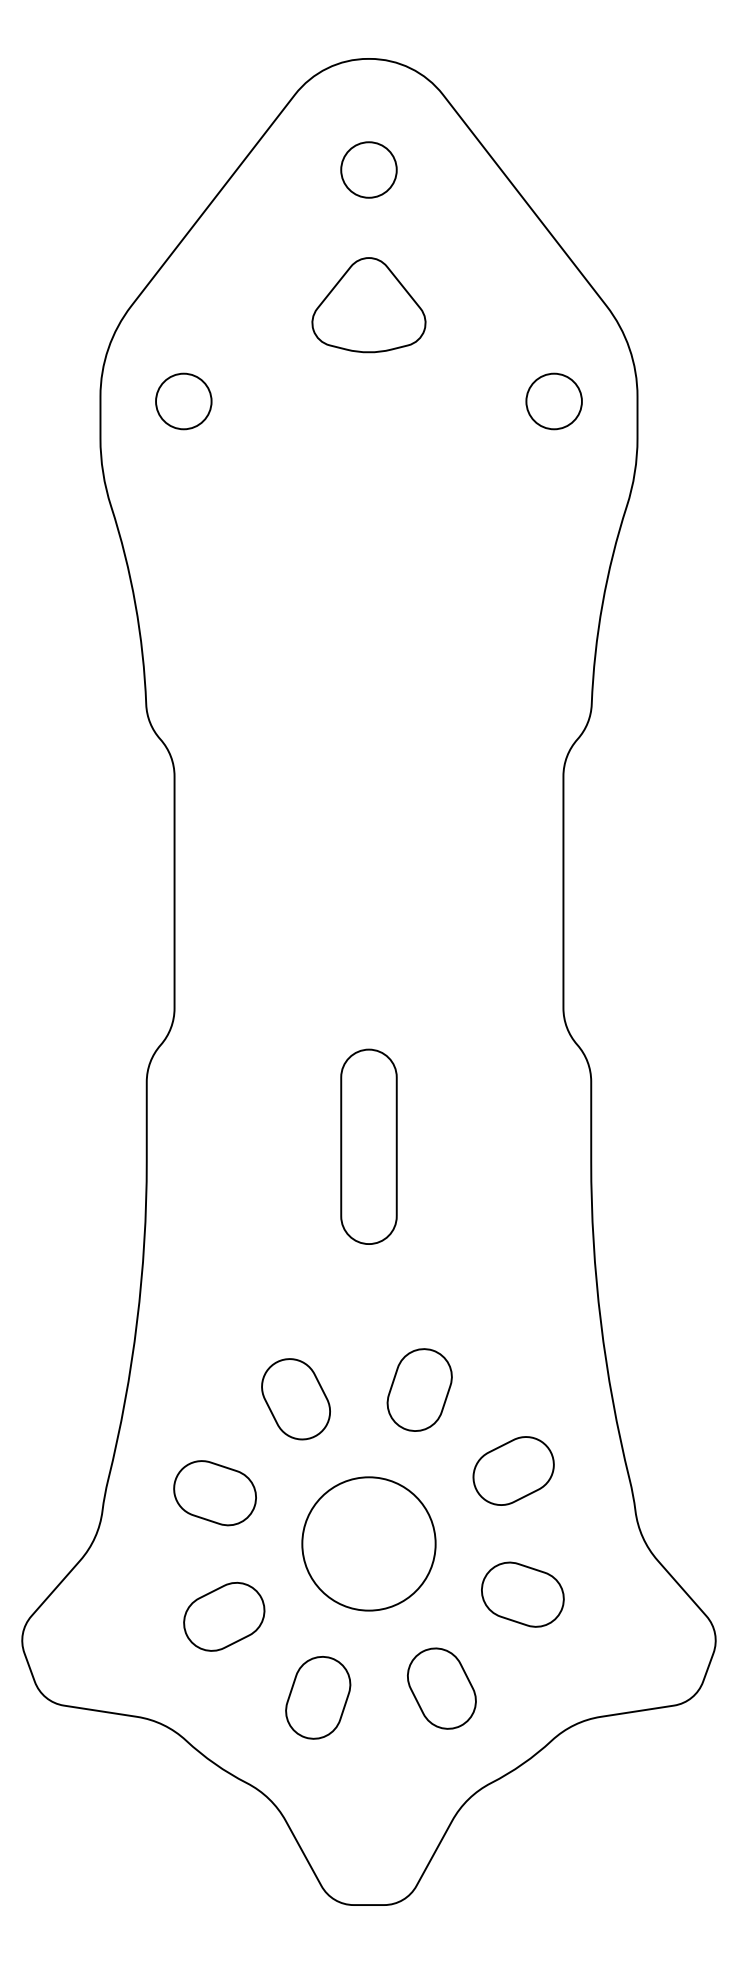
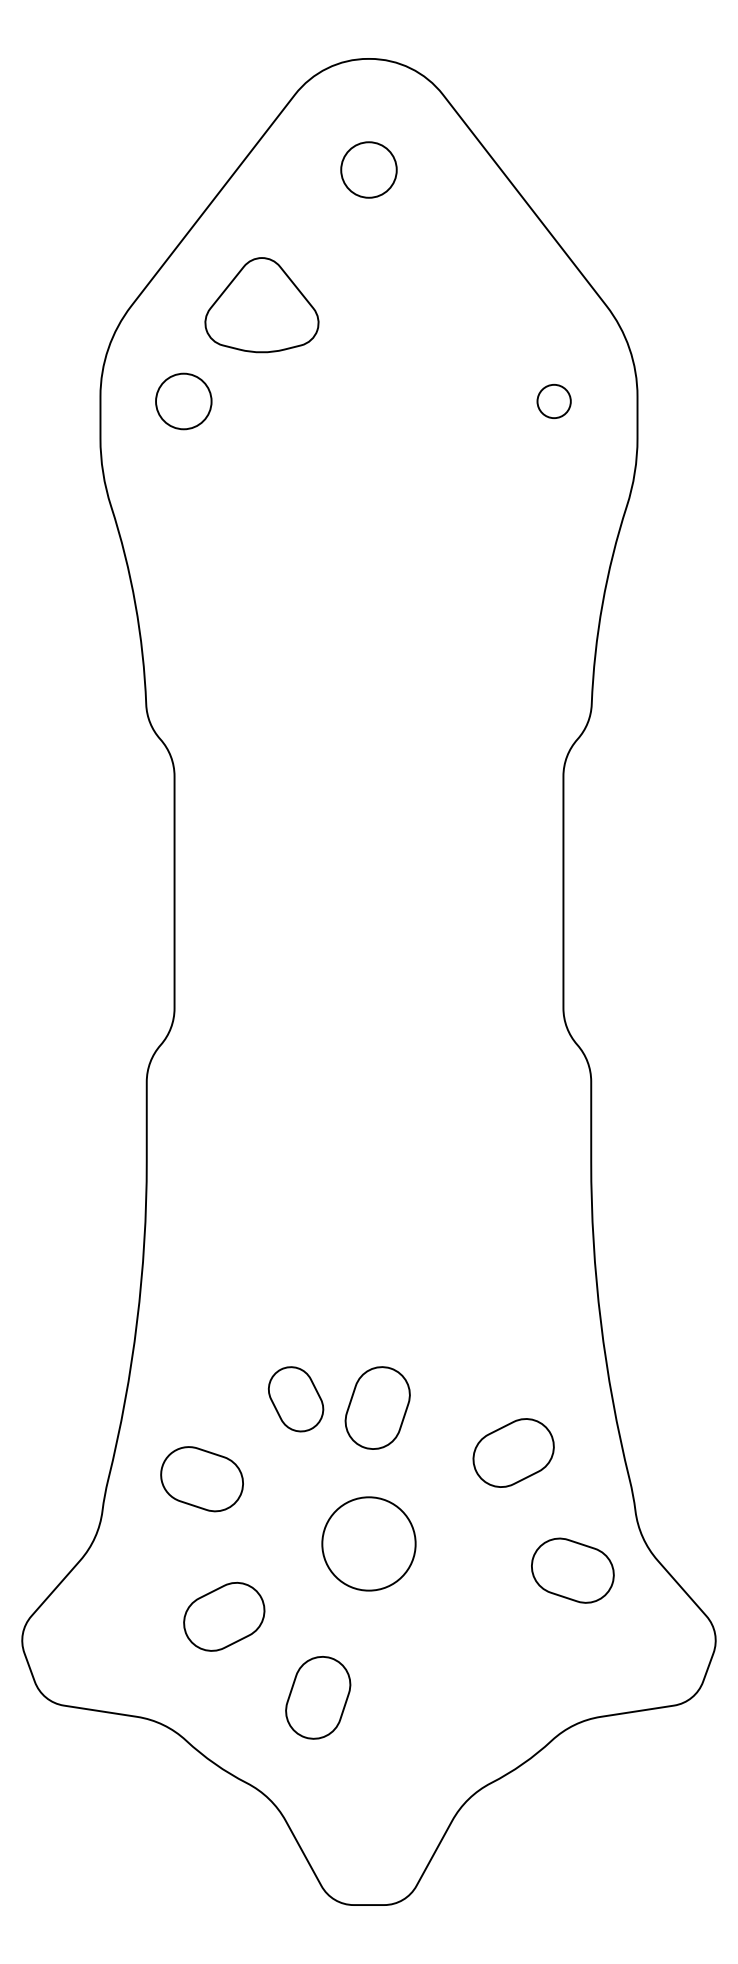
part at (368, 305) position: (368, 305) -> (261, 305)
circle at (553, 401) diameter: 56 px -> 33 px
part at (368, 1146): present -> none
part at (419, 1389) position: (419, 1389) -> (377, 1407)
part at (295, 1399) size: 70x83 px -> 57x67 px
part at (513, 1470) position: (513, 1470) -> (513, 1452)
part at (214, 1493) position: (214, 1493) -> (201, 1479)
circle at (368, 1543) diameter: 133 px -> 93 px
part at (522, 1594) position: (522, 1594) -> (572, 1570)
part at (441, 1688): present -> none
